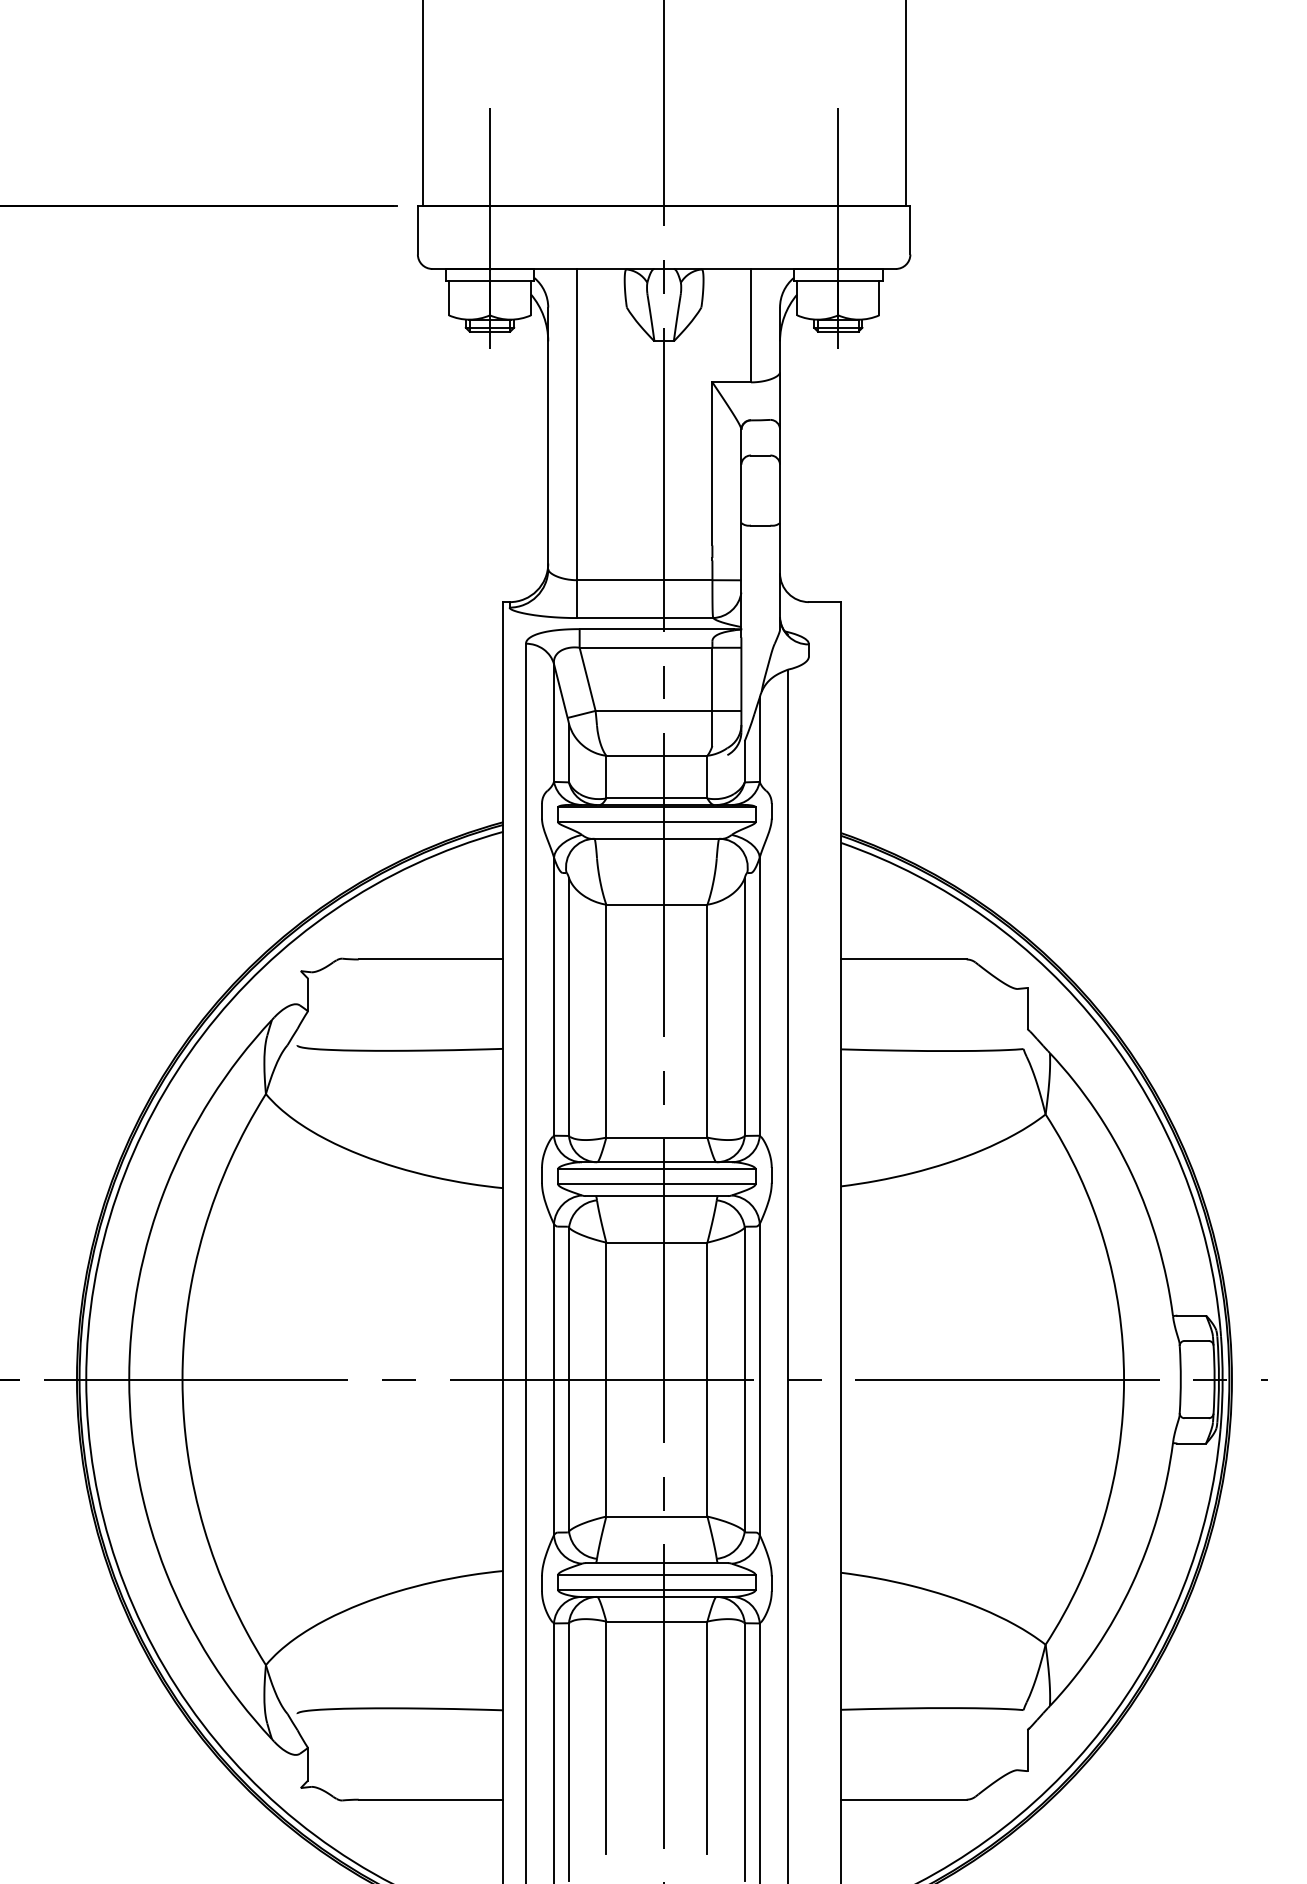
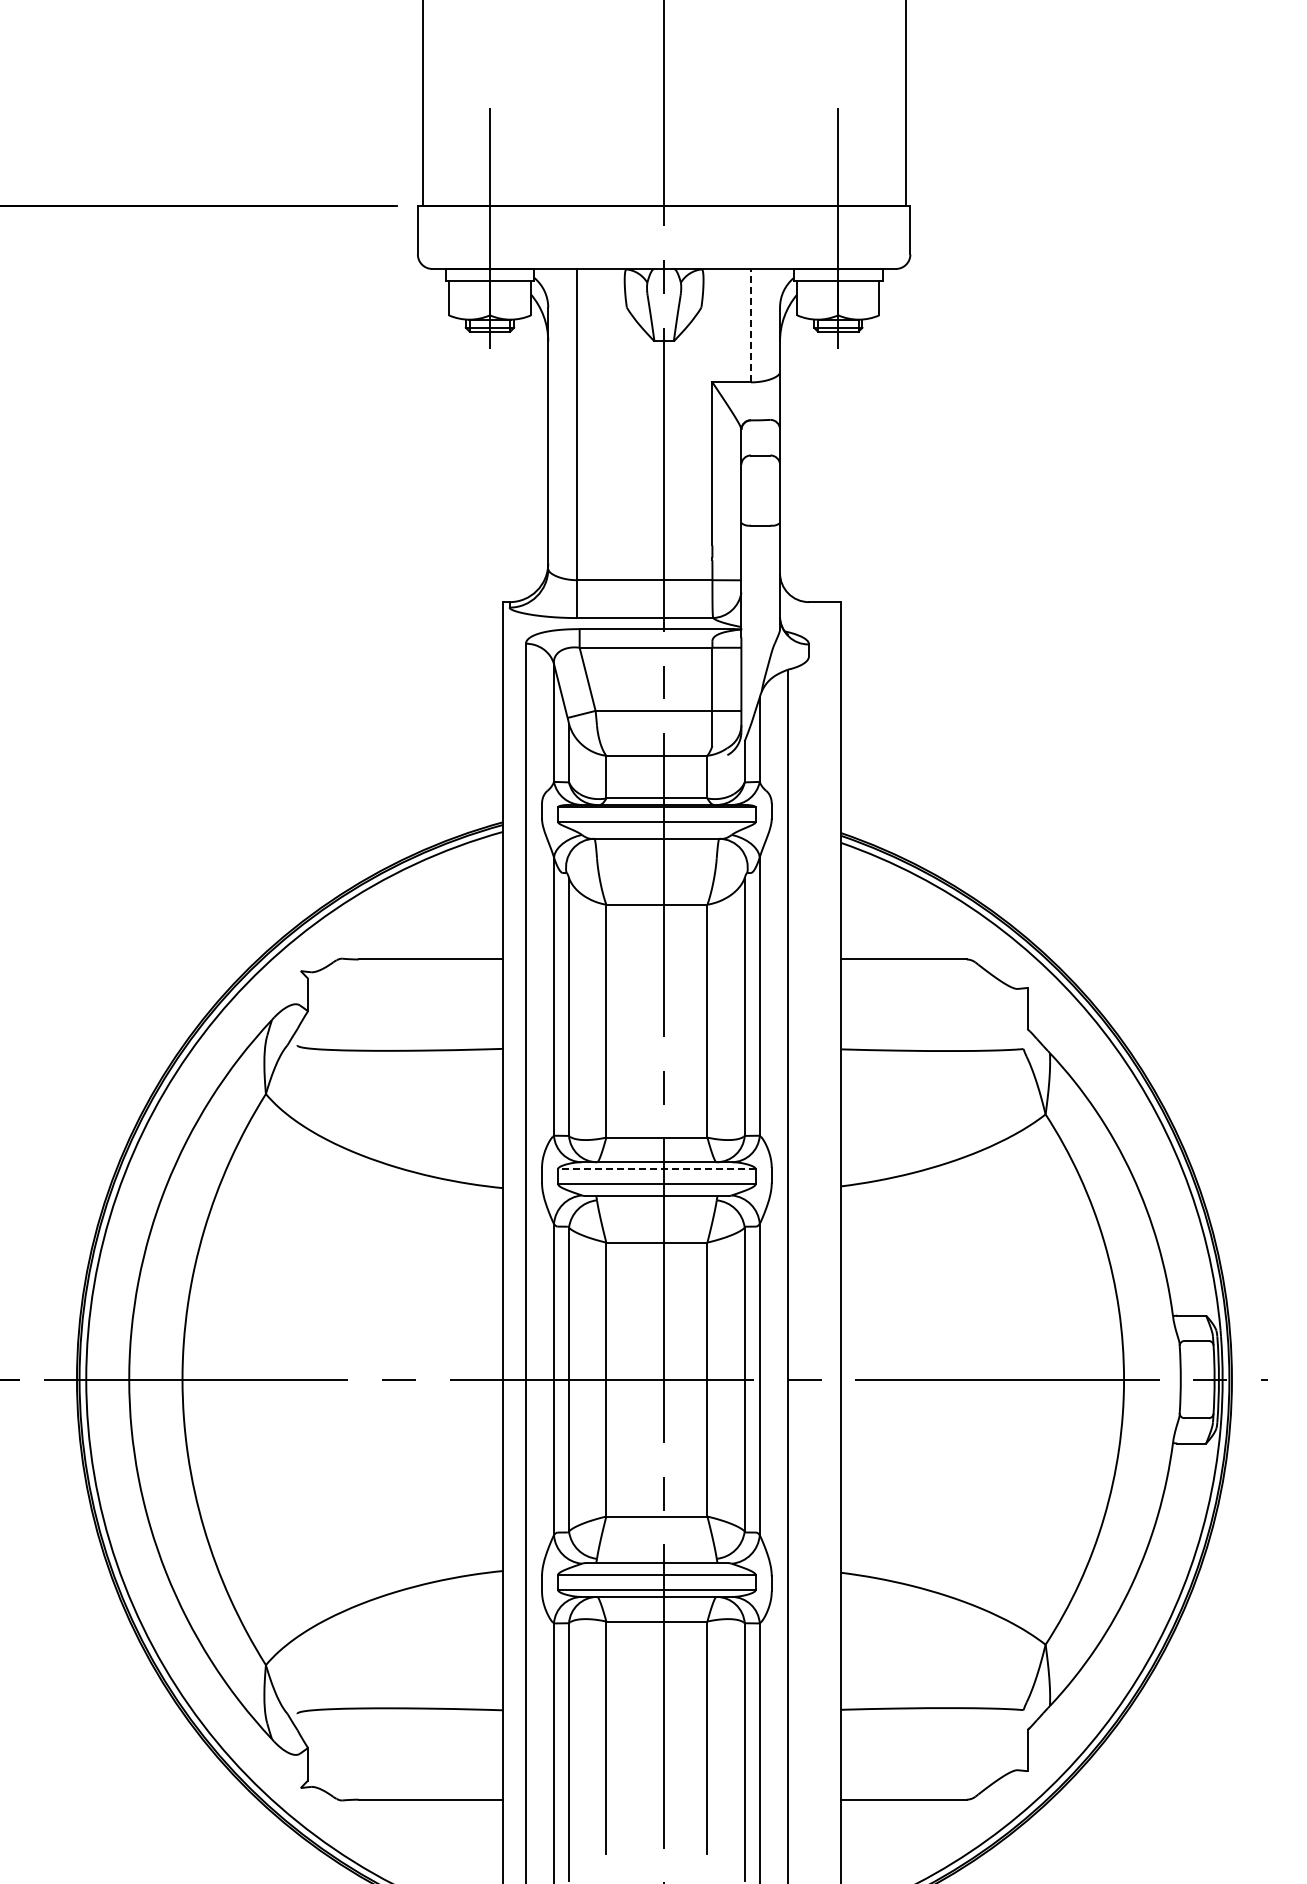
line at (751, 325): solid -> dashed
line at (656, 1169): solid -> dashed
